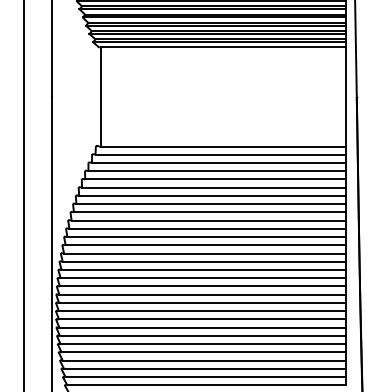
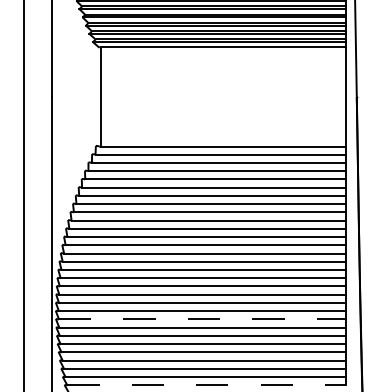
line at (202, 319): solid -> dashed
line at (206, 385): solid -> dashed
